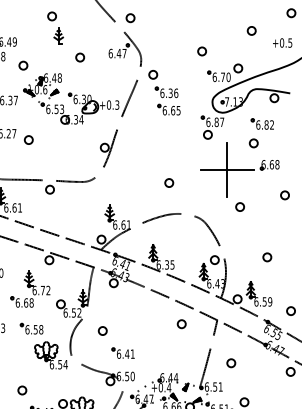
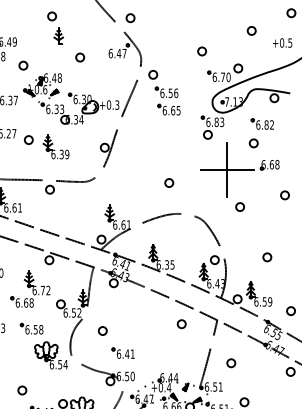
text at (170, 92): 6.36 -> 6.56
text at (56, 108): 6.53 -> 6.33
text at (222, 122): 6.87 -> 6.83
part at (55, 146): none -> present
